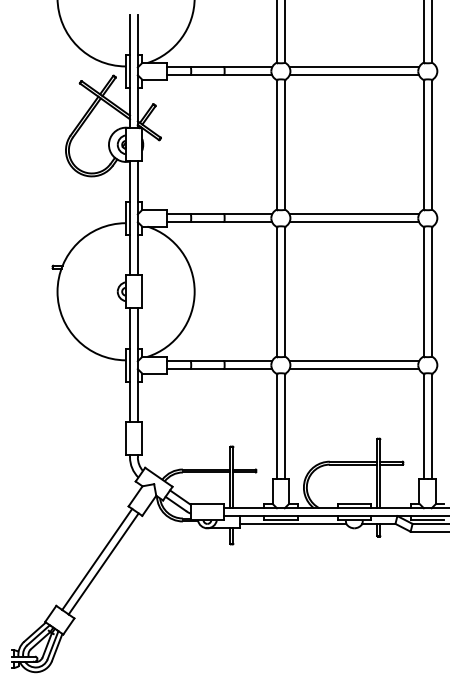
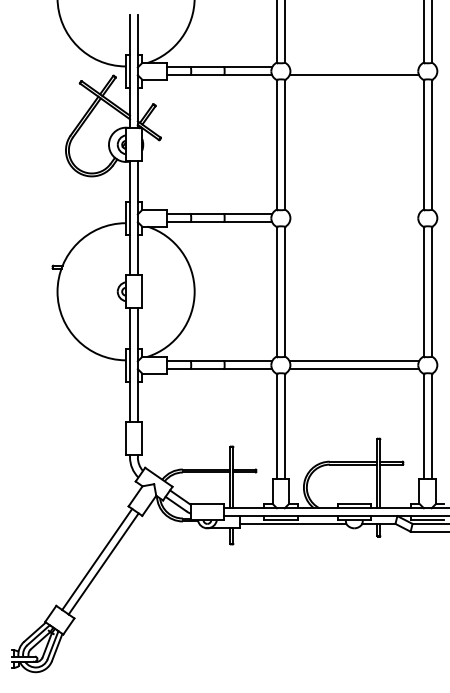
line at (354, 67): present -> none
line at (354, 214): present -> none
line at (354, 222): present -> none
